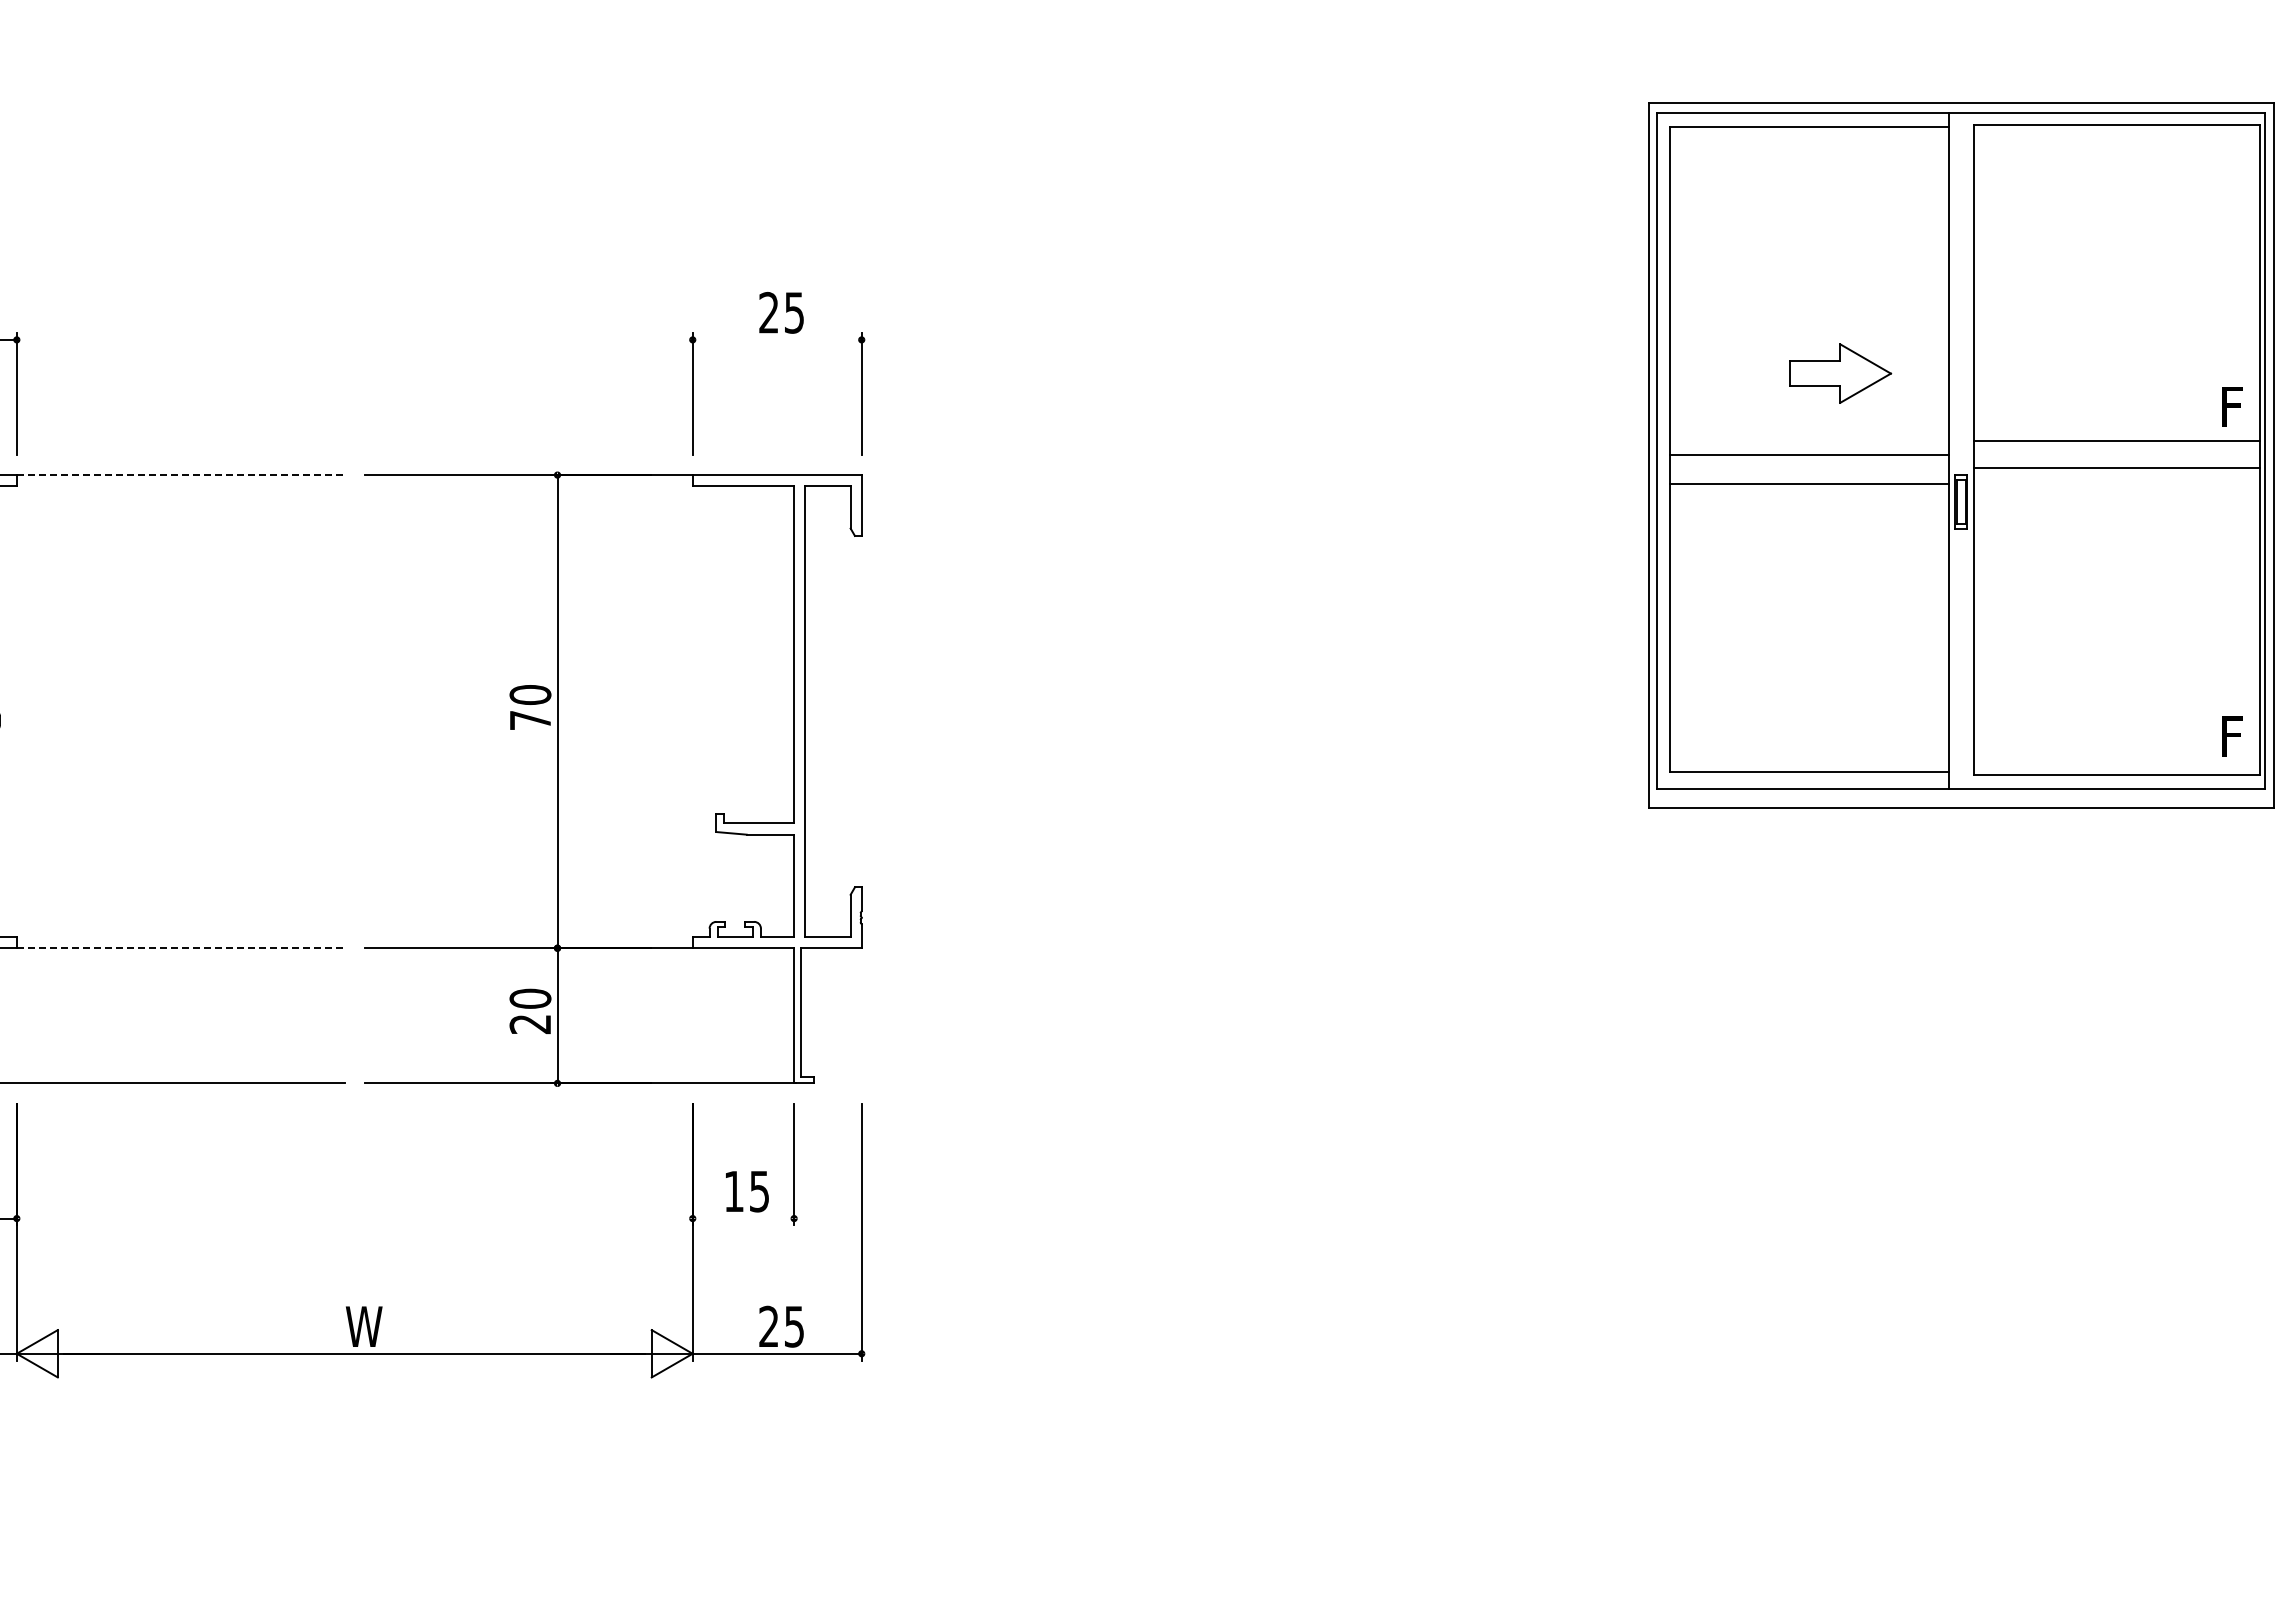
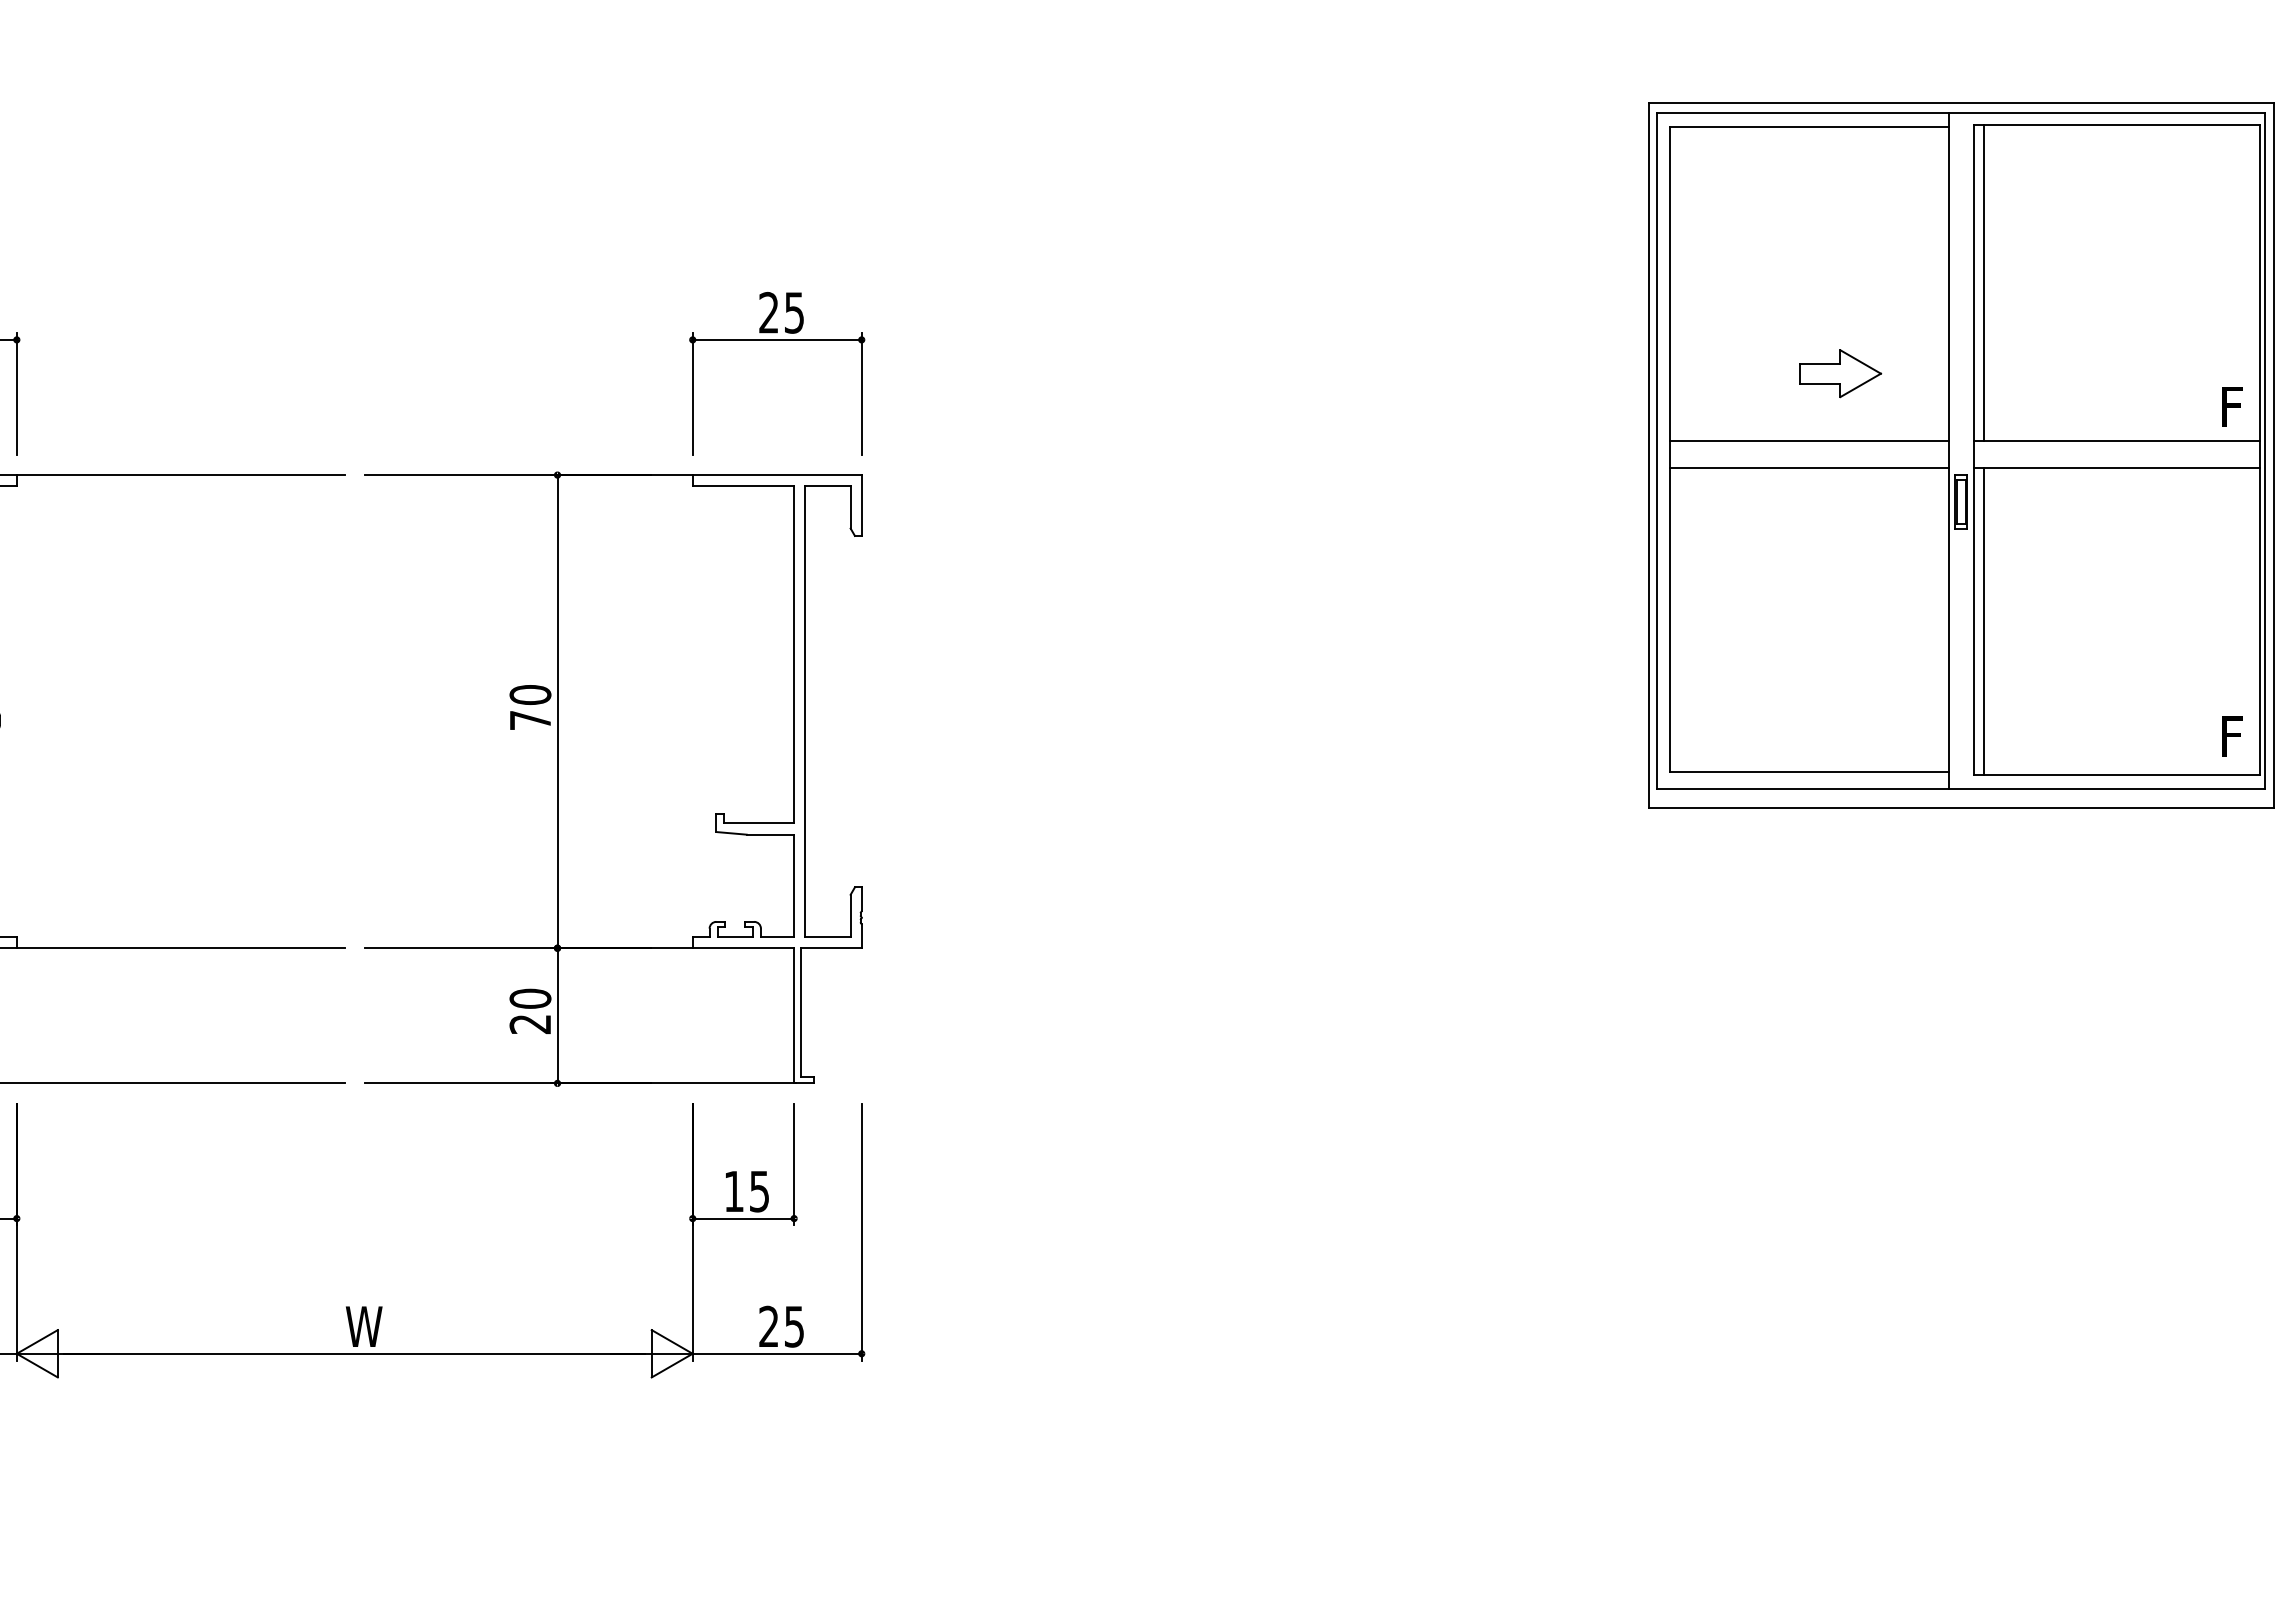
line at (1984, 283): none -> present
line at (776, 339): none -> present
part at (1840, 373) size: 104x61 px -> 84x50 px
line at (1809, 455) position: (1809, 455) -> (1809, 441)
line at (180, 475): dashed -> solid
line at (1809, 484) position: (1809, 484) -> (1809, 468)
line at (1984, 621): none -> present
line at (180, 948): dashed -> solid
line at (743, 1218): none -> present
